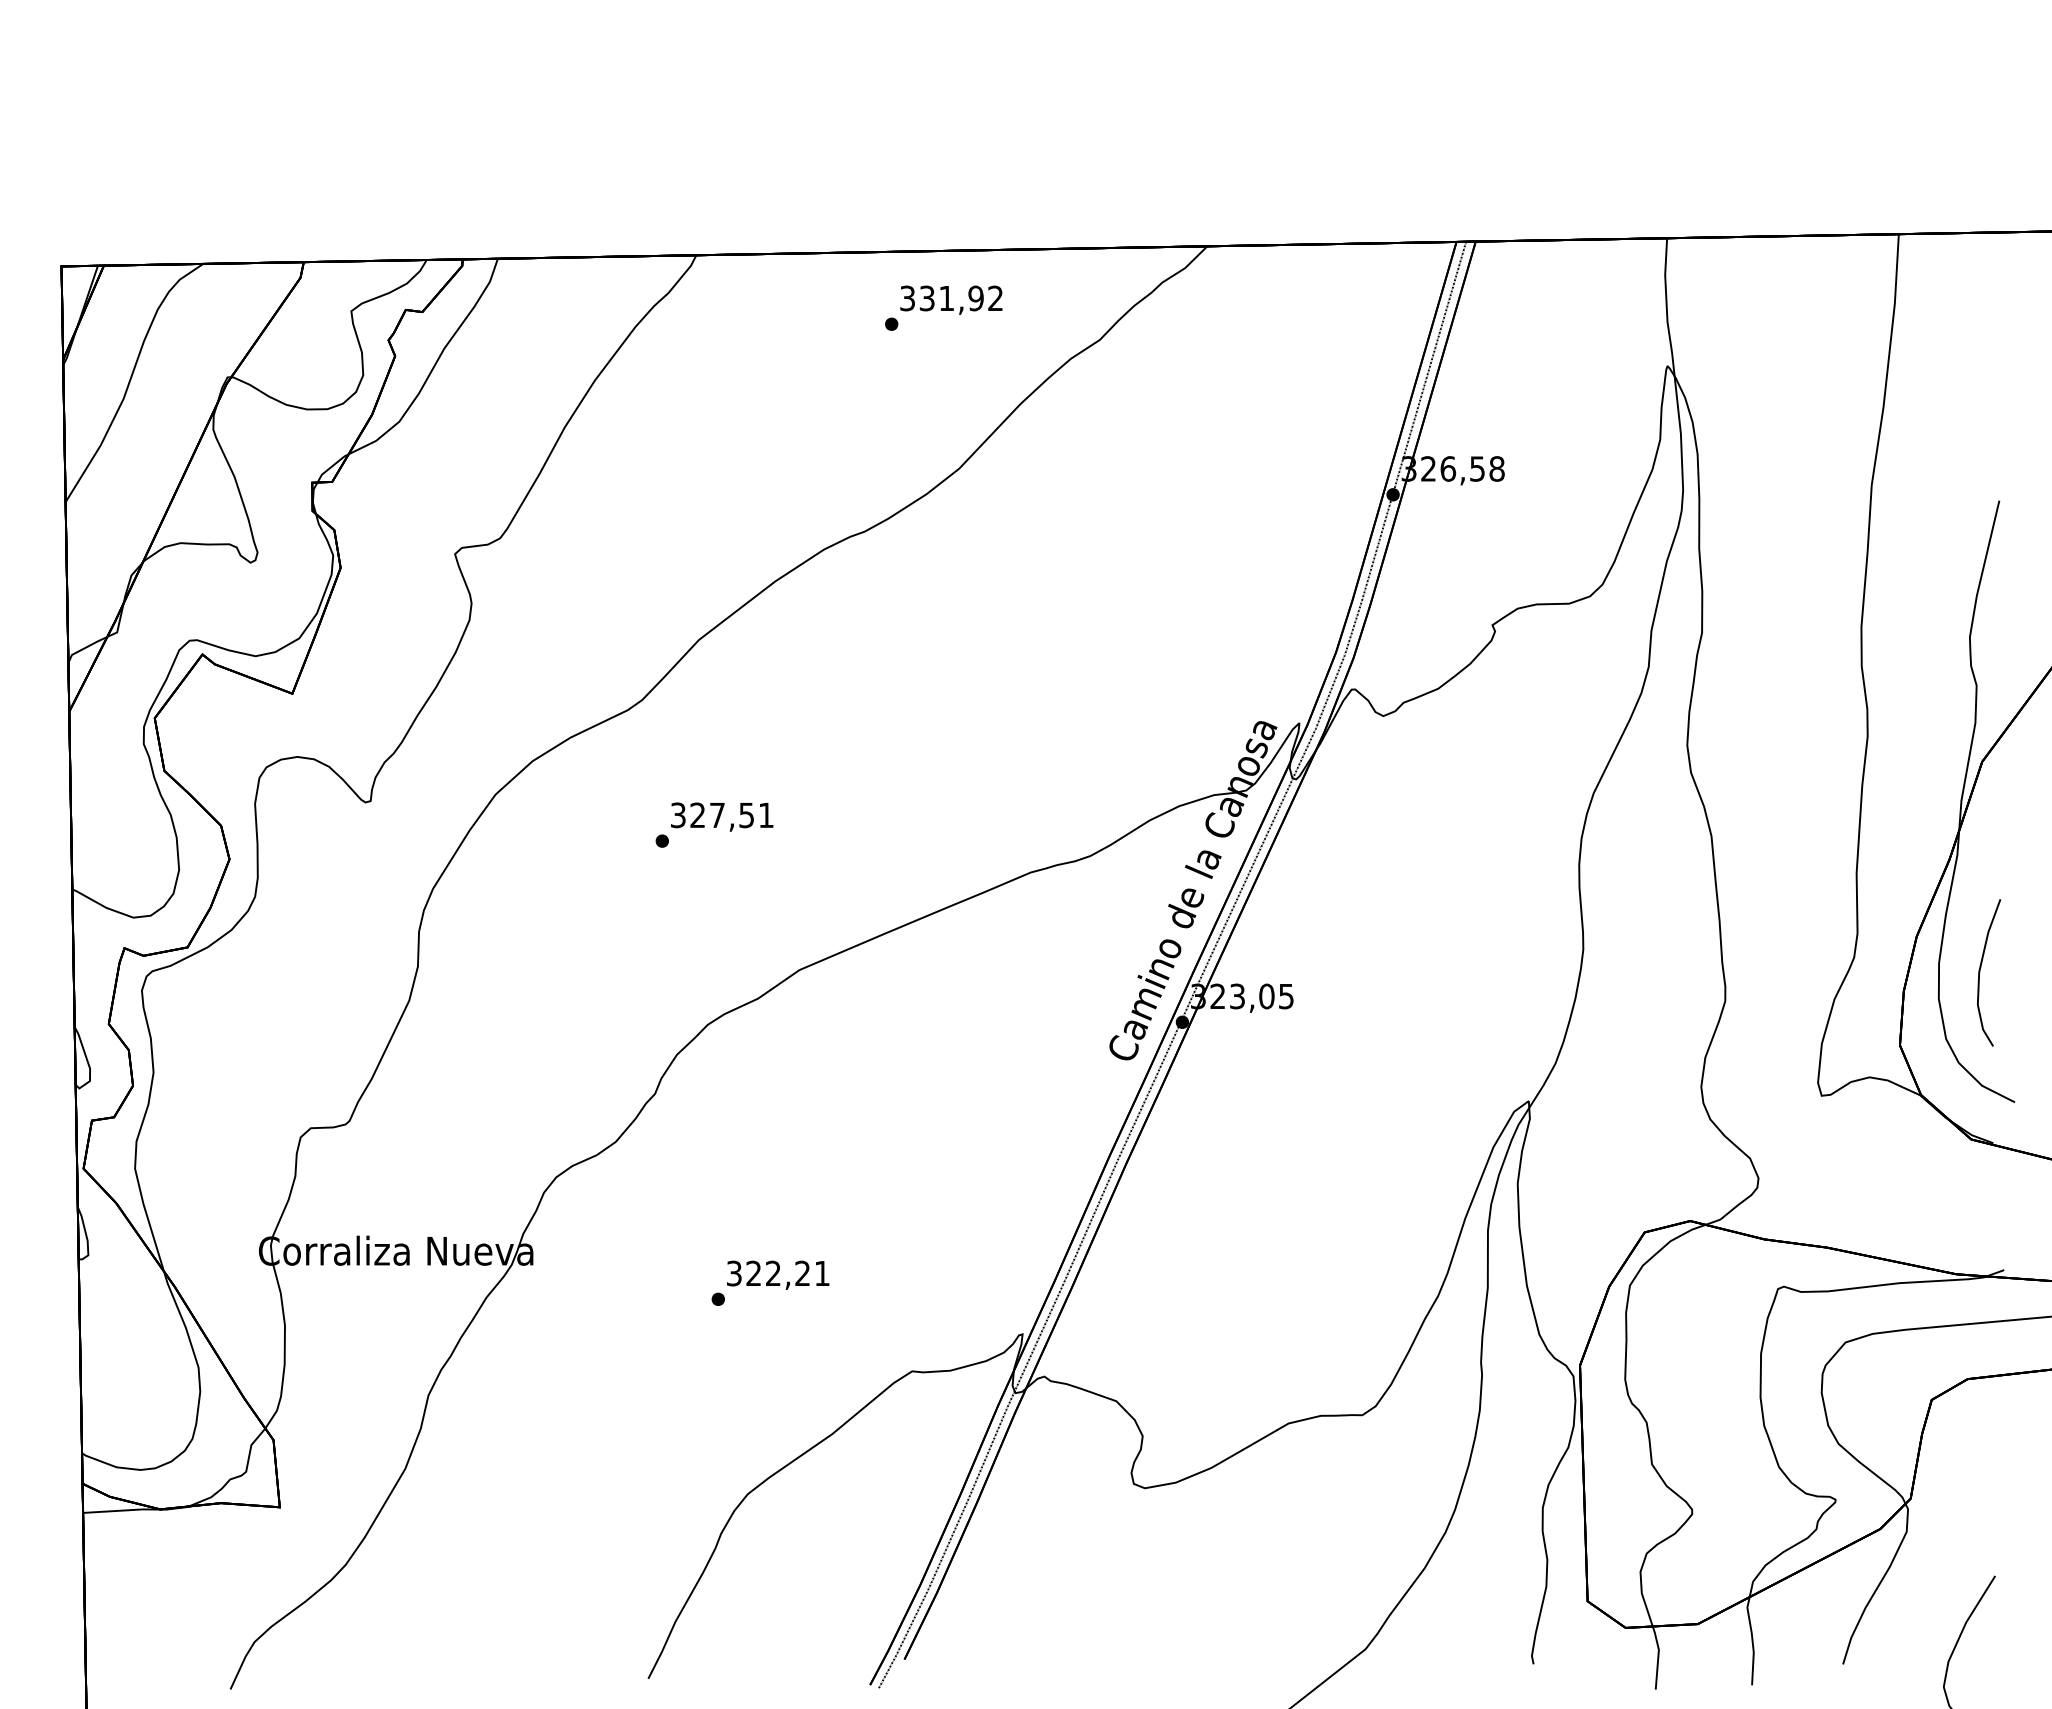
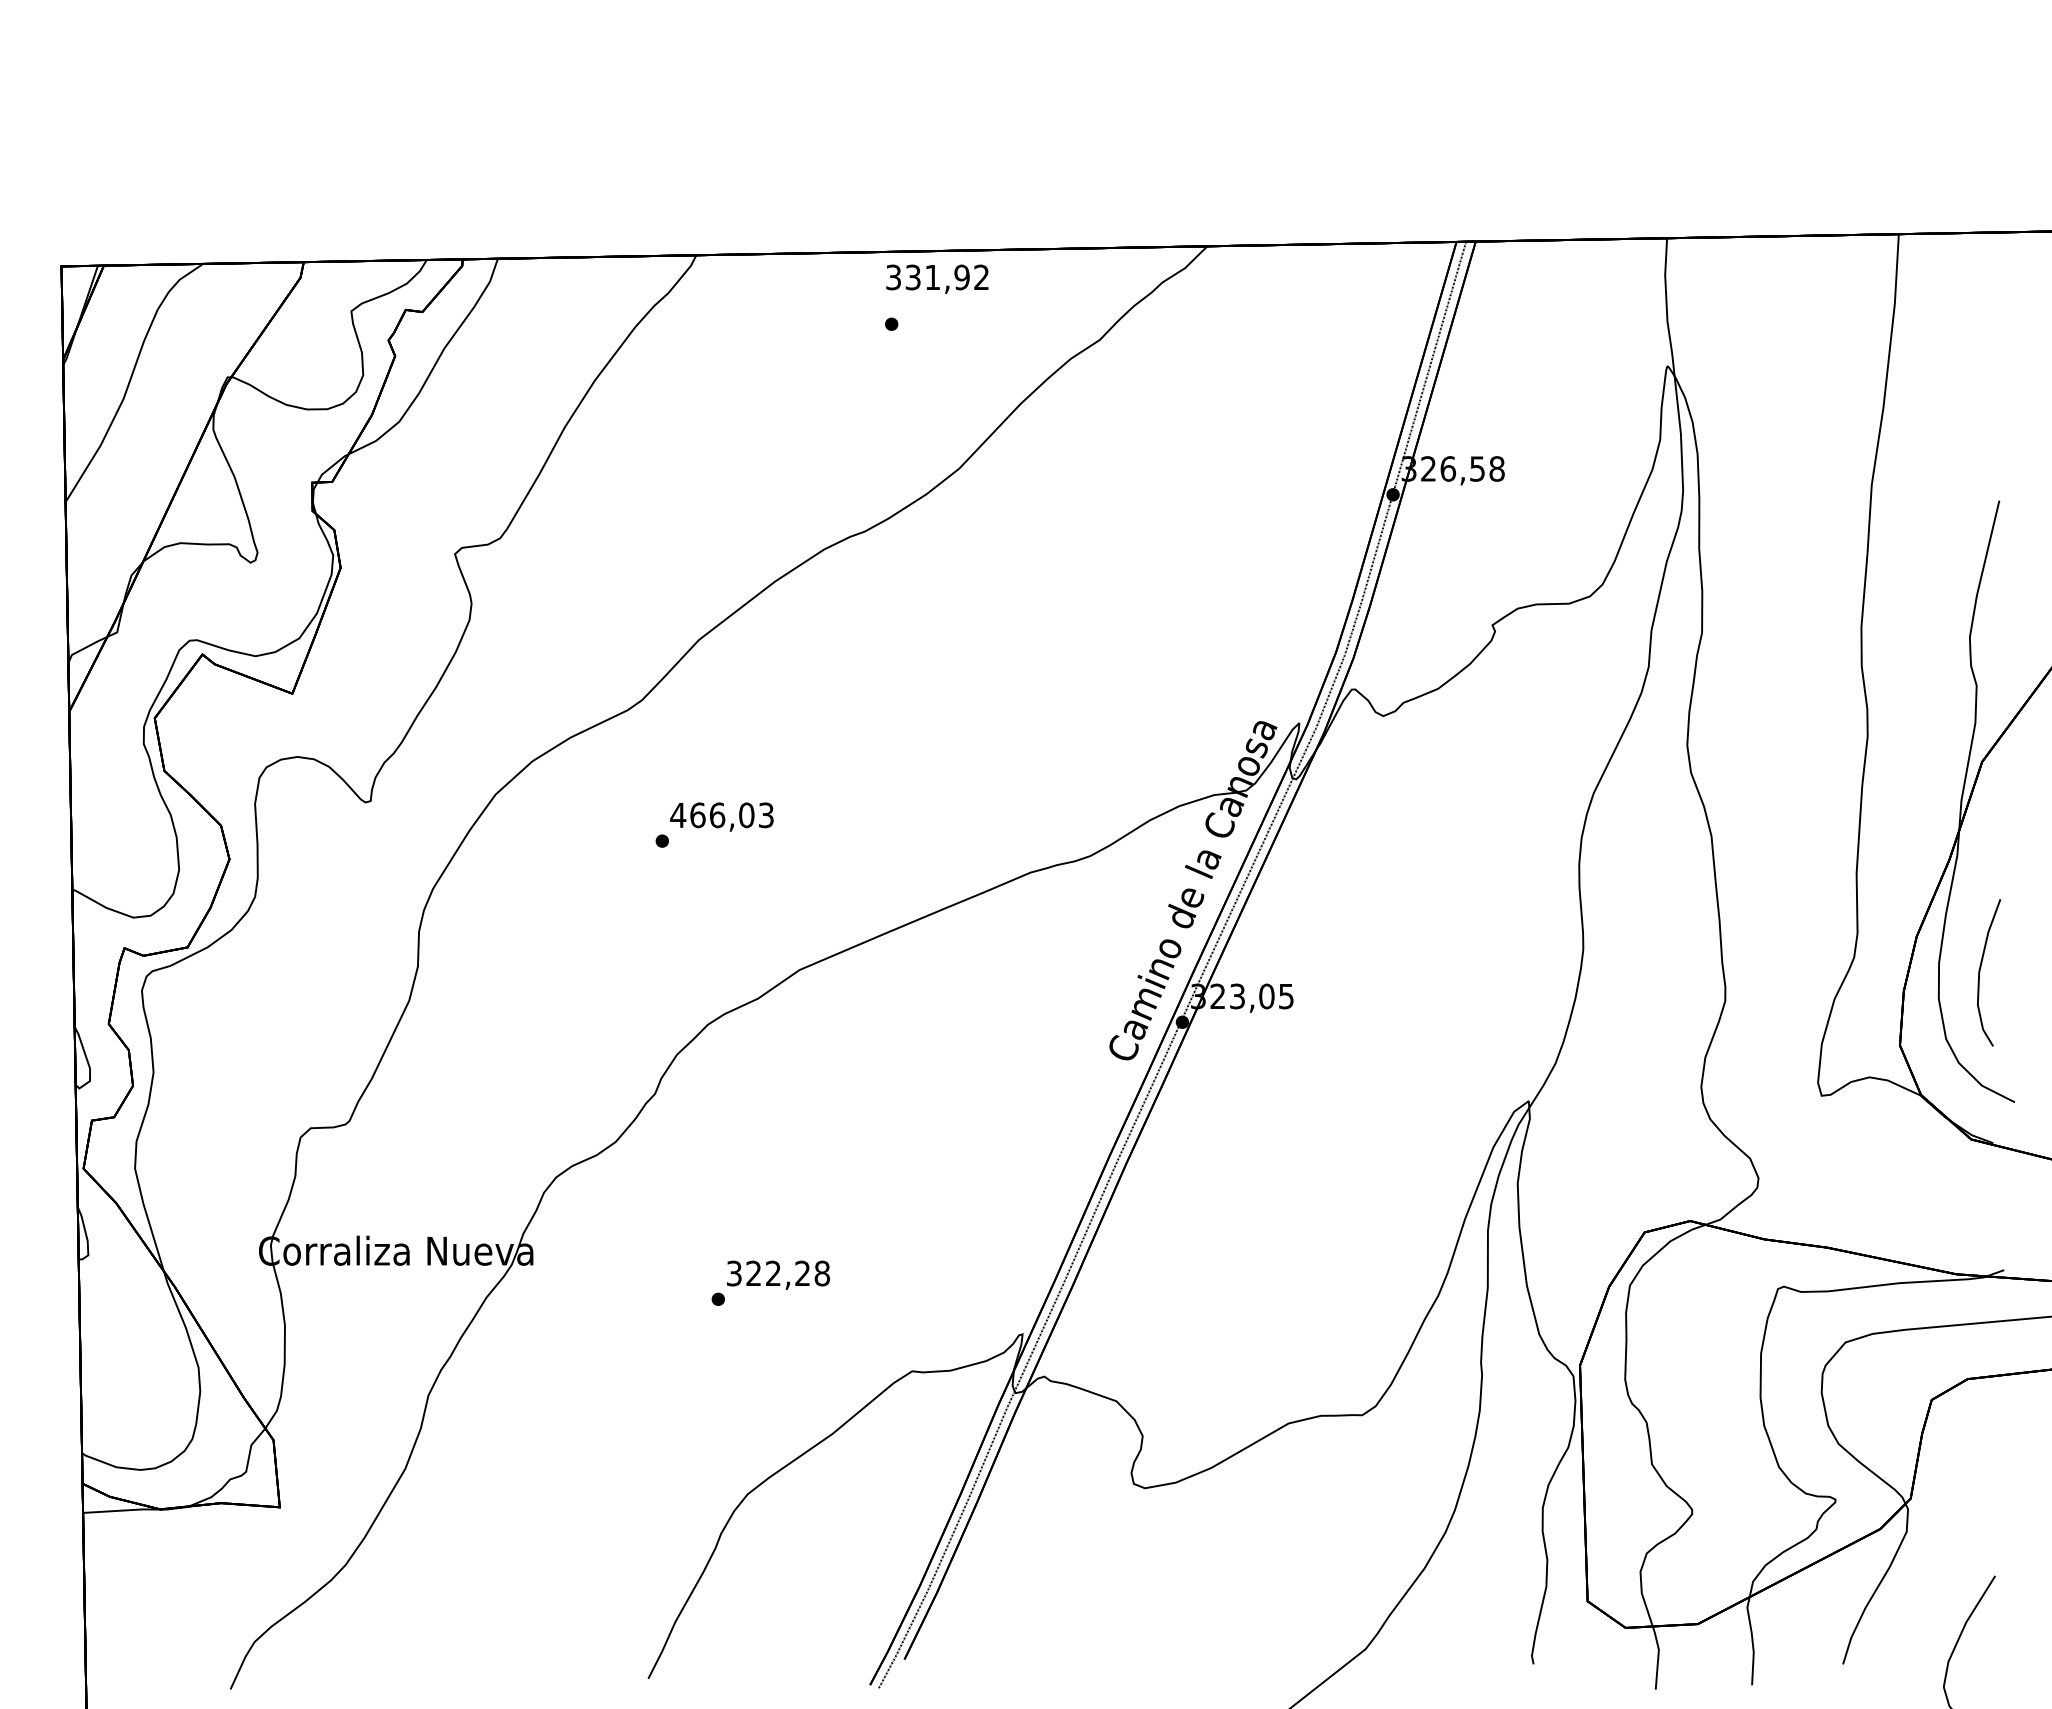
text at (951, 299) position: (951, 299) -> (937, 278)
text at (721, 815): 327,51 -> 466,03
text at (821, 1273): 322,21 -> 322,28
